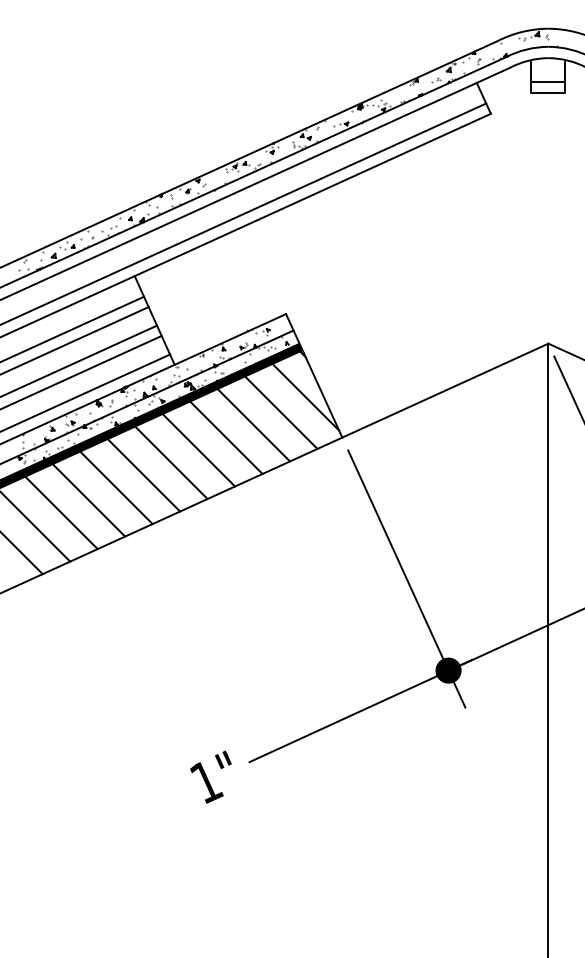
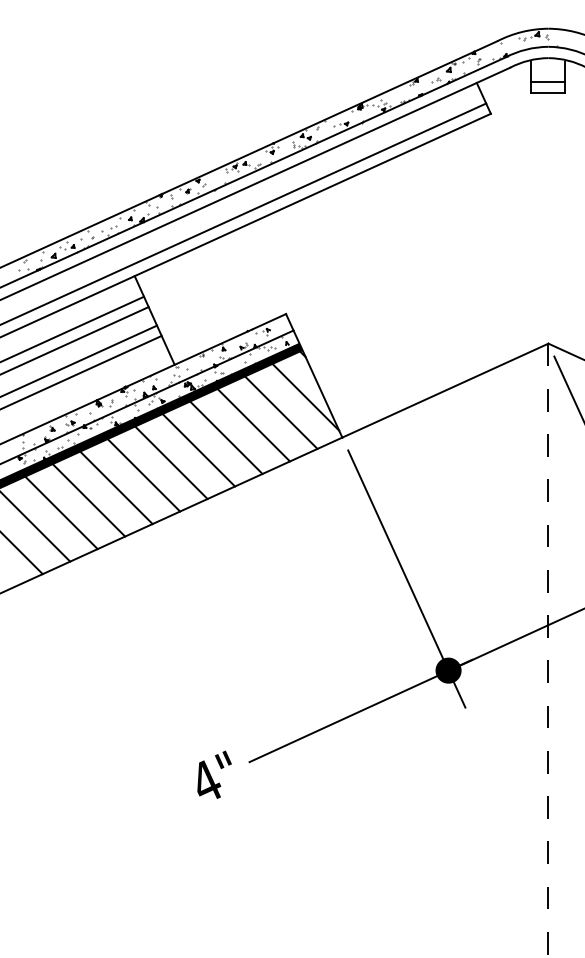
line at (86, 392): present -> none
line at (548, 650): solid -> dashed
text at (206, 781): 1" -> 4"
